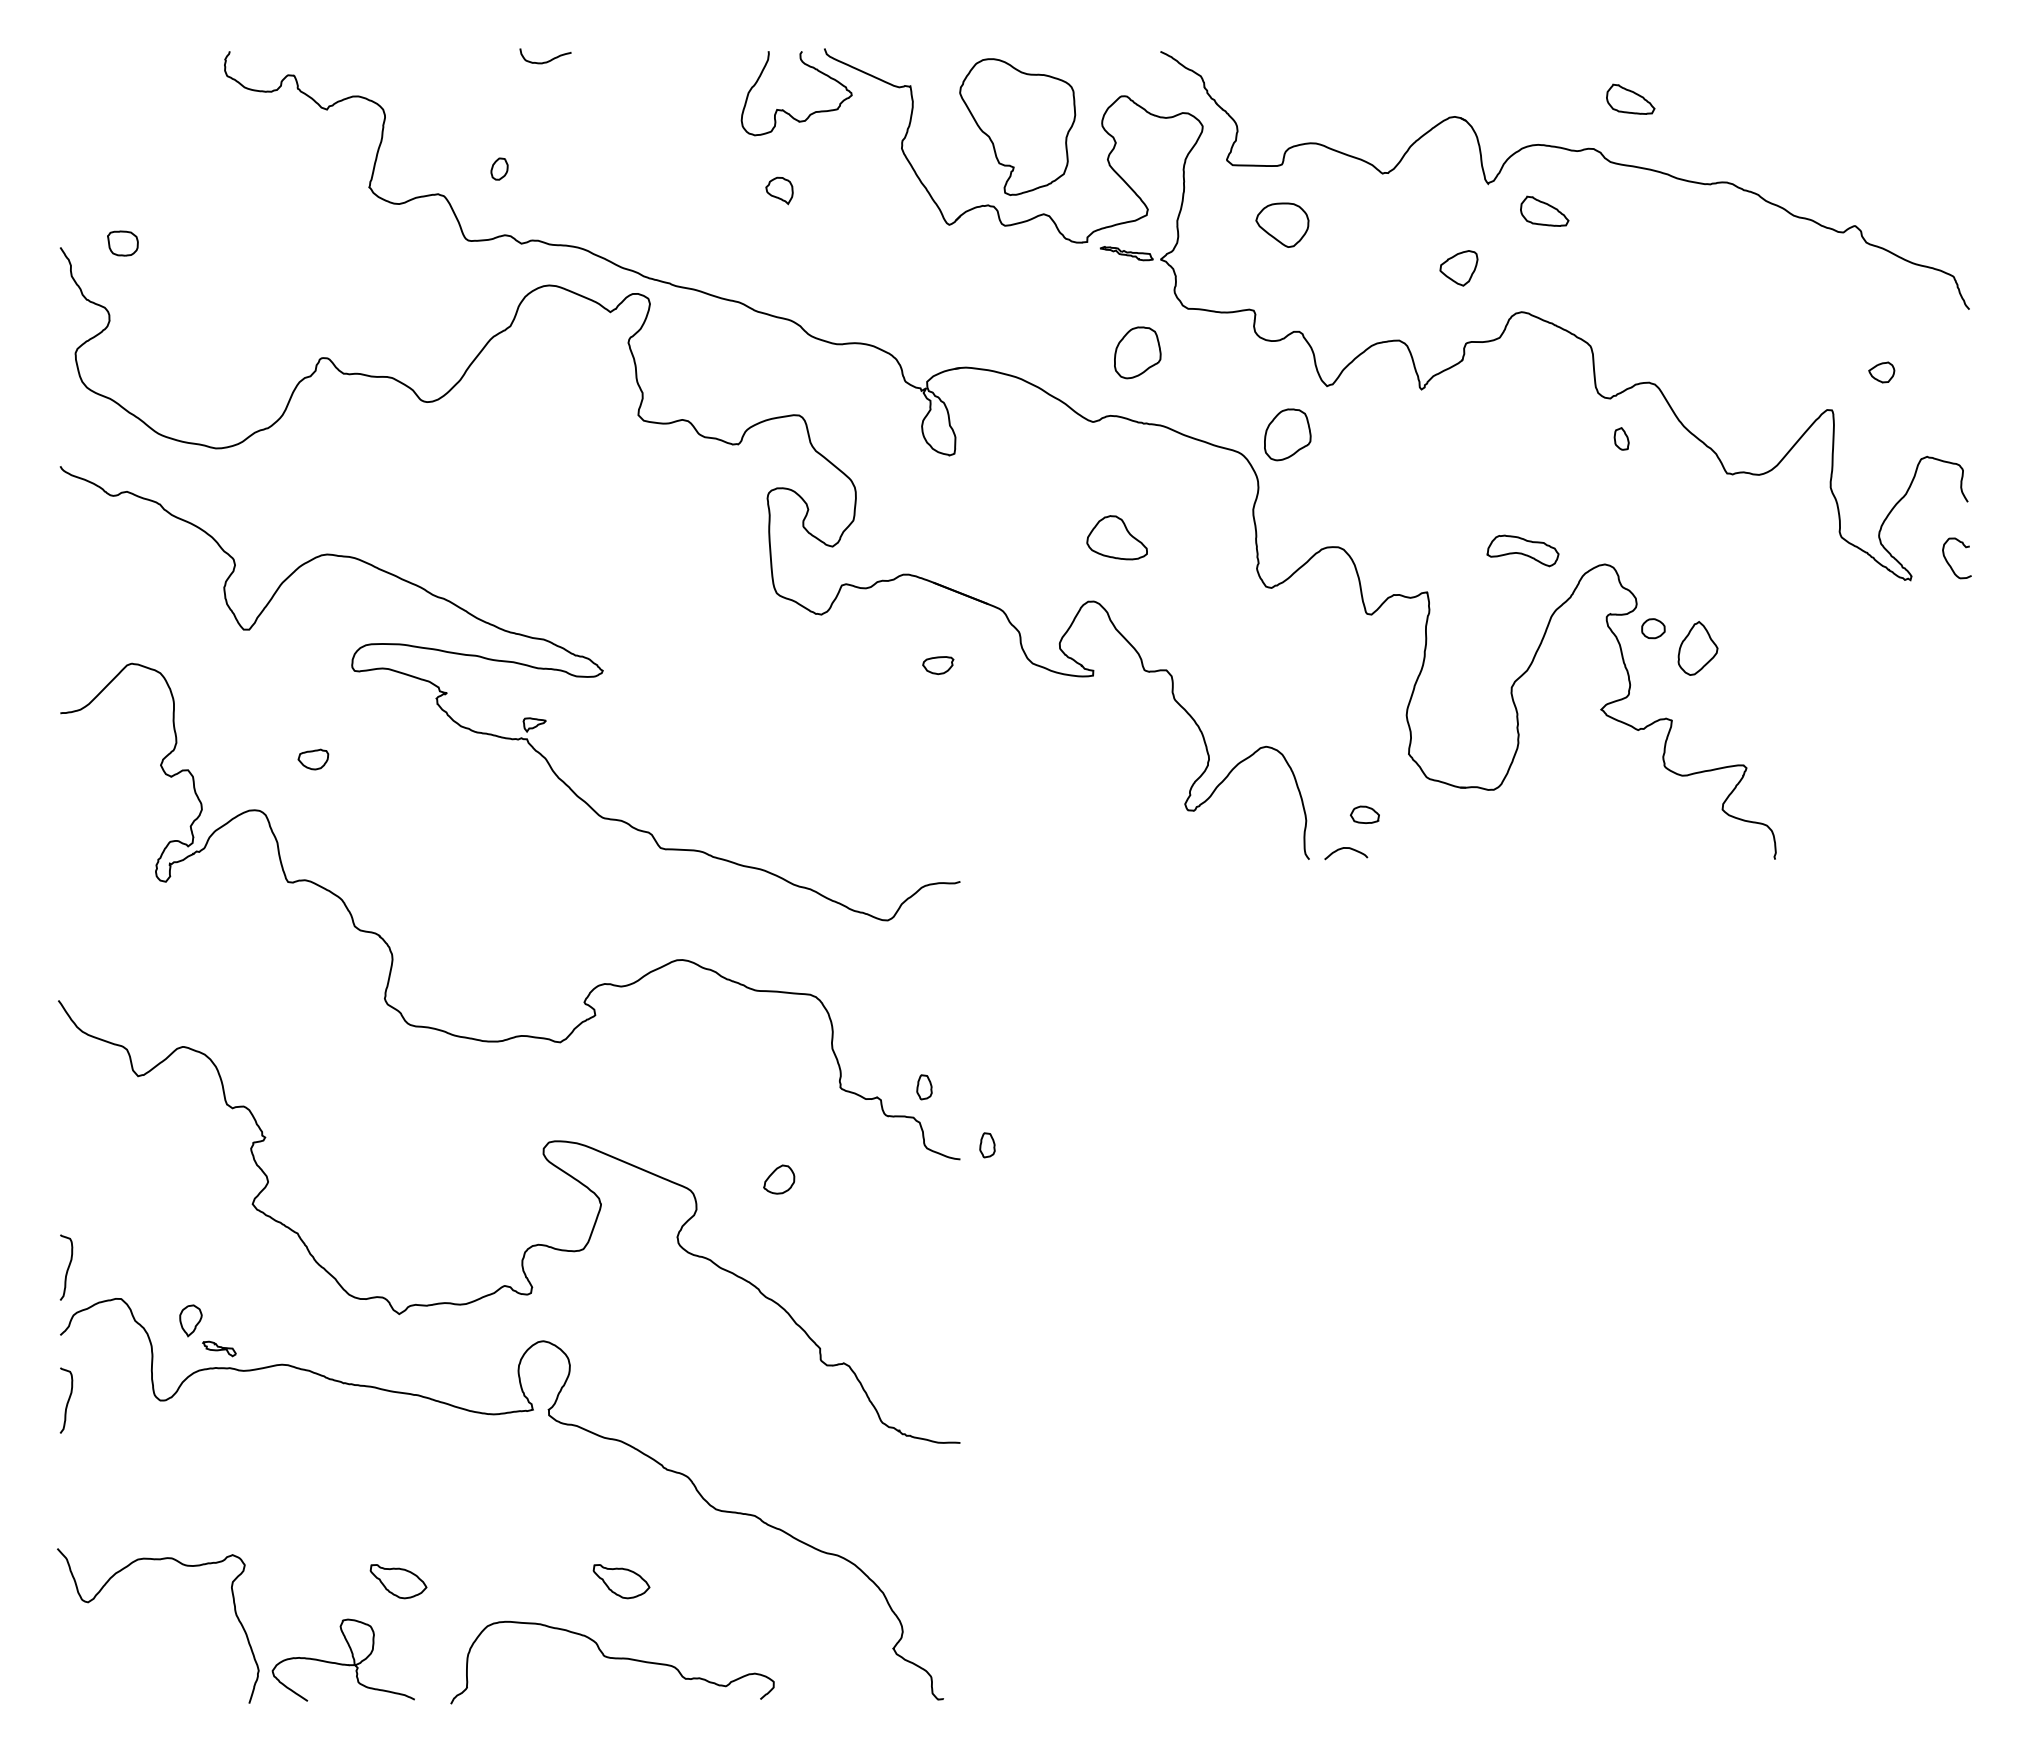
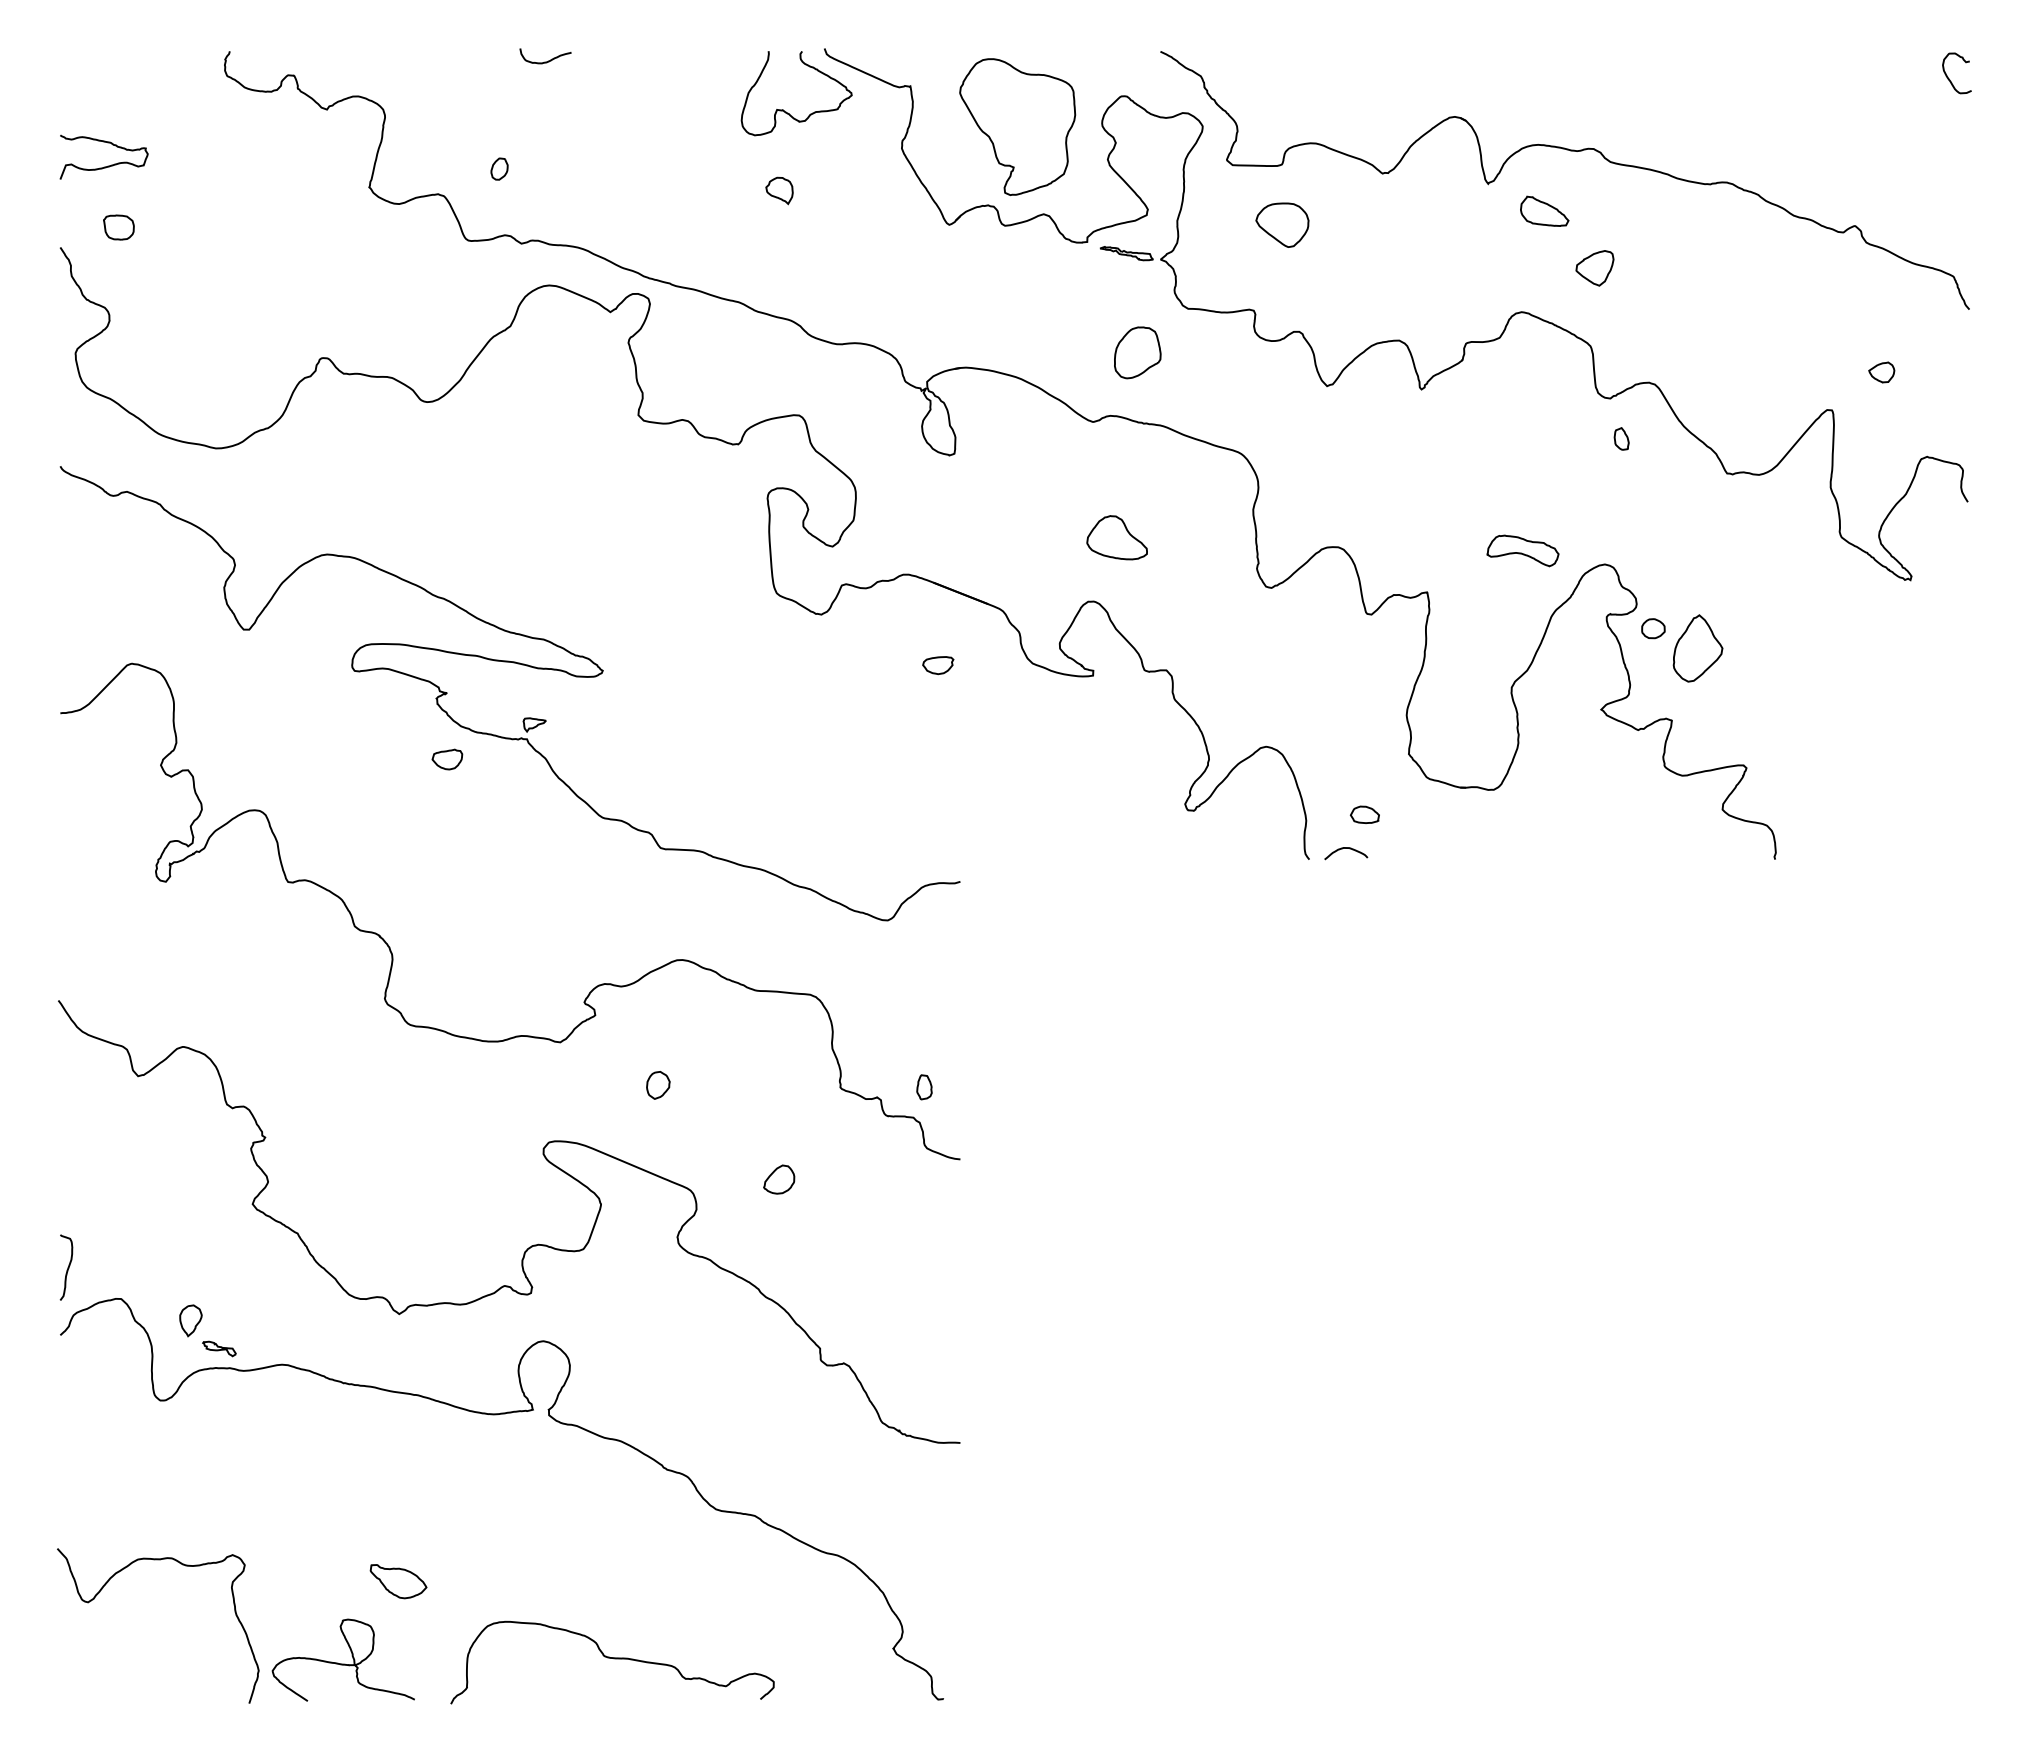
part at (1630, 98): present -> none
curve at (107, 165): none -> present
part at (122, 243) position: (122, 243) -> (118, 227)
part at (1458, 268) position: (1458, 268) -> (1594, 268)
part at (1287, 434): present -> none
curve at (1950, 564) position: (1950, 564) -> (1950, 79)
part at (1697, 648) size: 42x55 px -> 52x69 px
part at (313, 759) position: (313, 759) -> (447, 759)
part at (658, 1085): none -> present
part at (987, 1145): present -> none
curve at (67, 1400): present -> none
part at (621, 1581): present -> none
